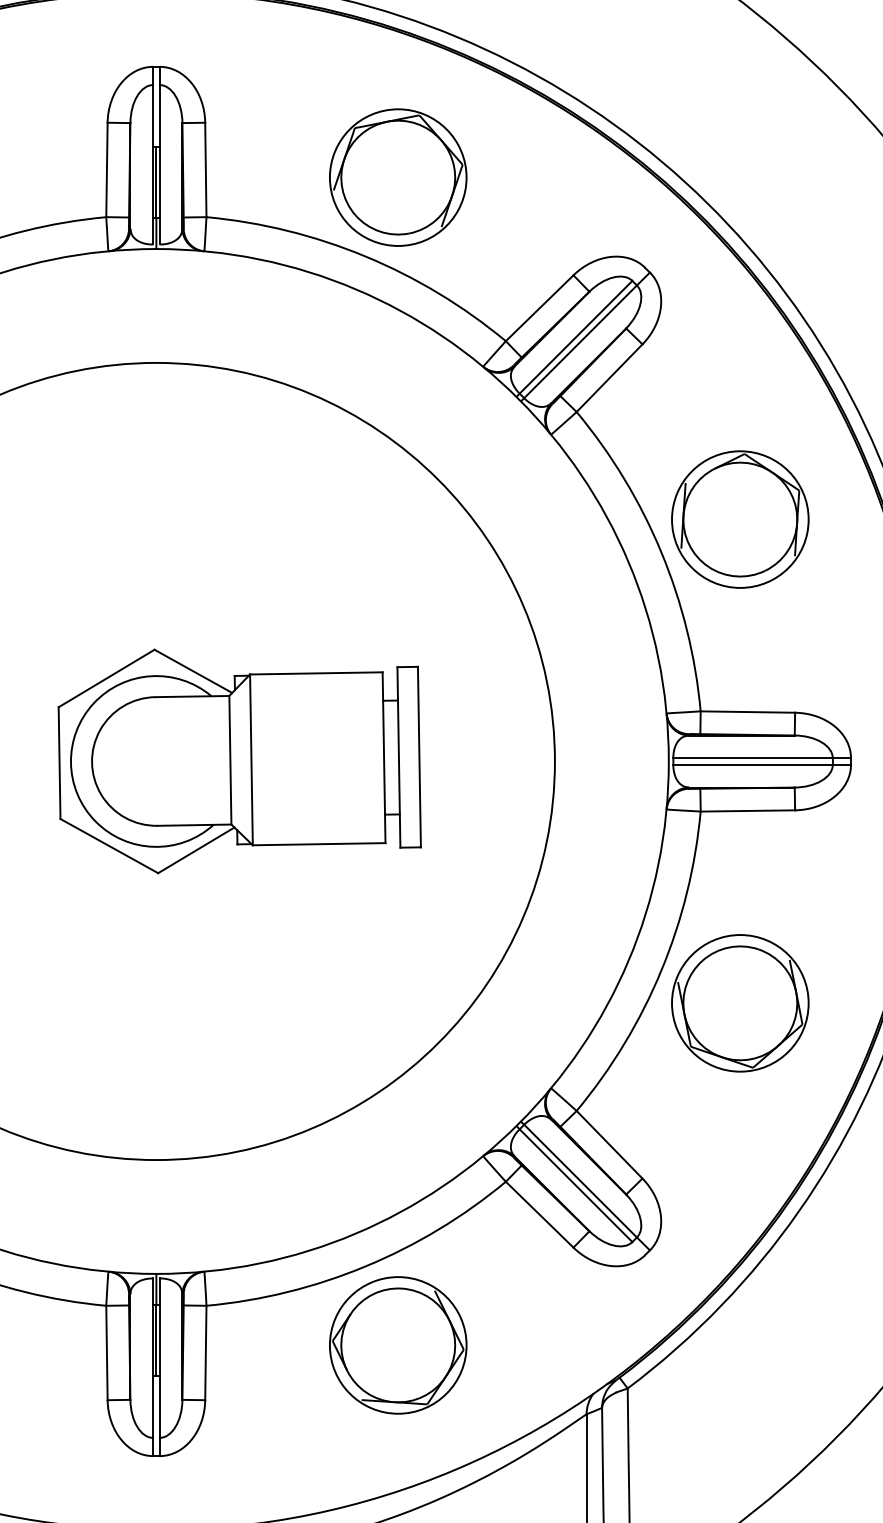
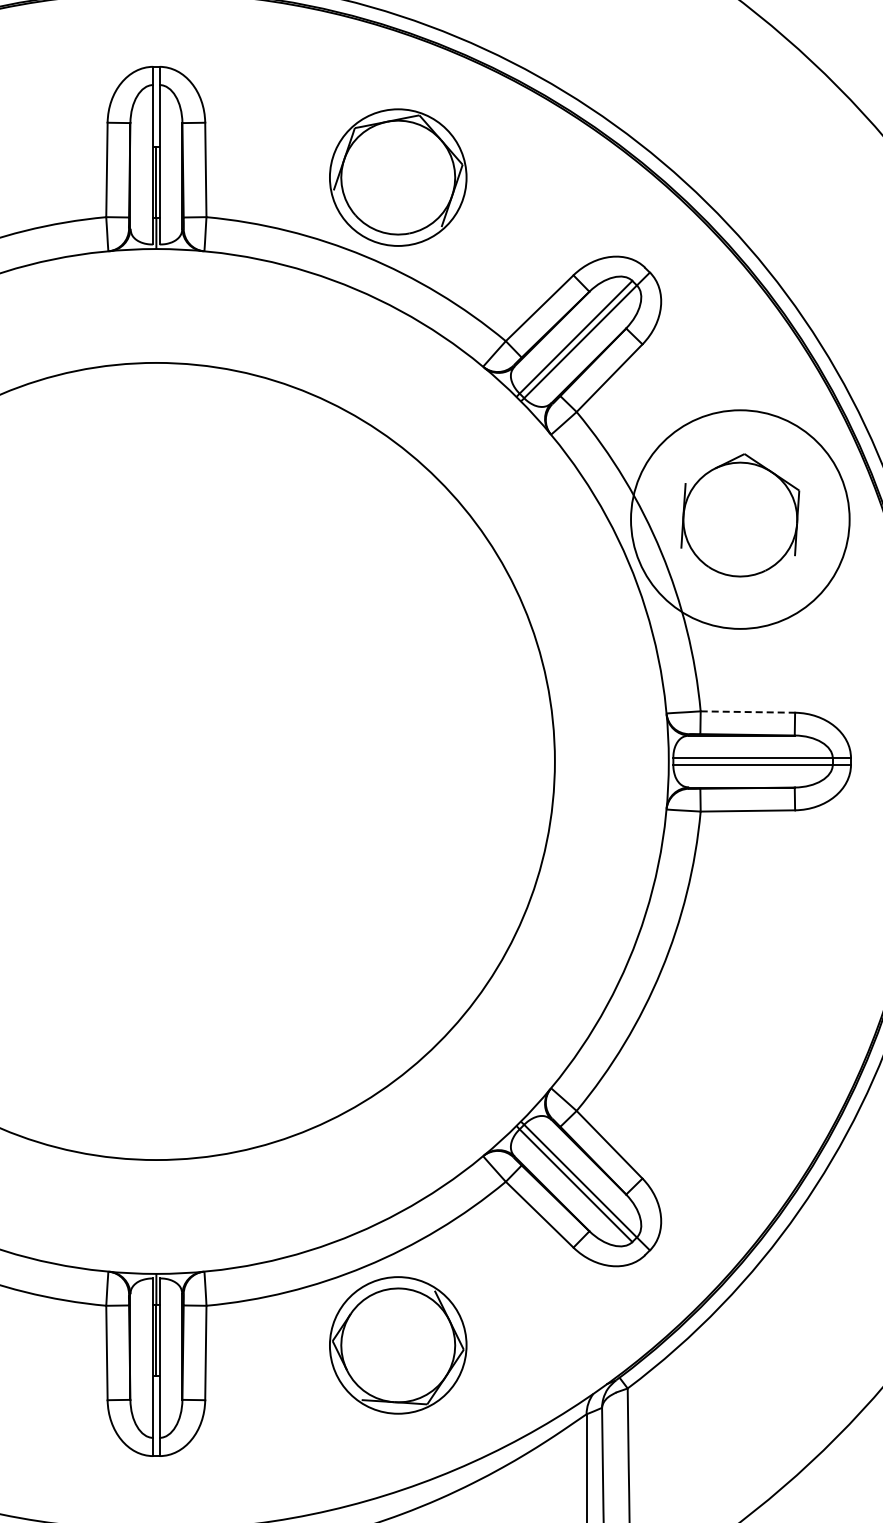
circle at (740, 519) diameter: 137 px -> 219 px
line at (748, 712): solid -> dashed
part at (239, 761): present -> none
part at (740, 1003): present -> none
